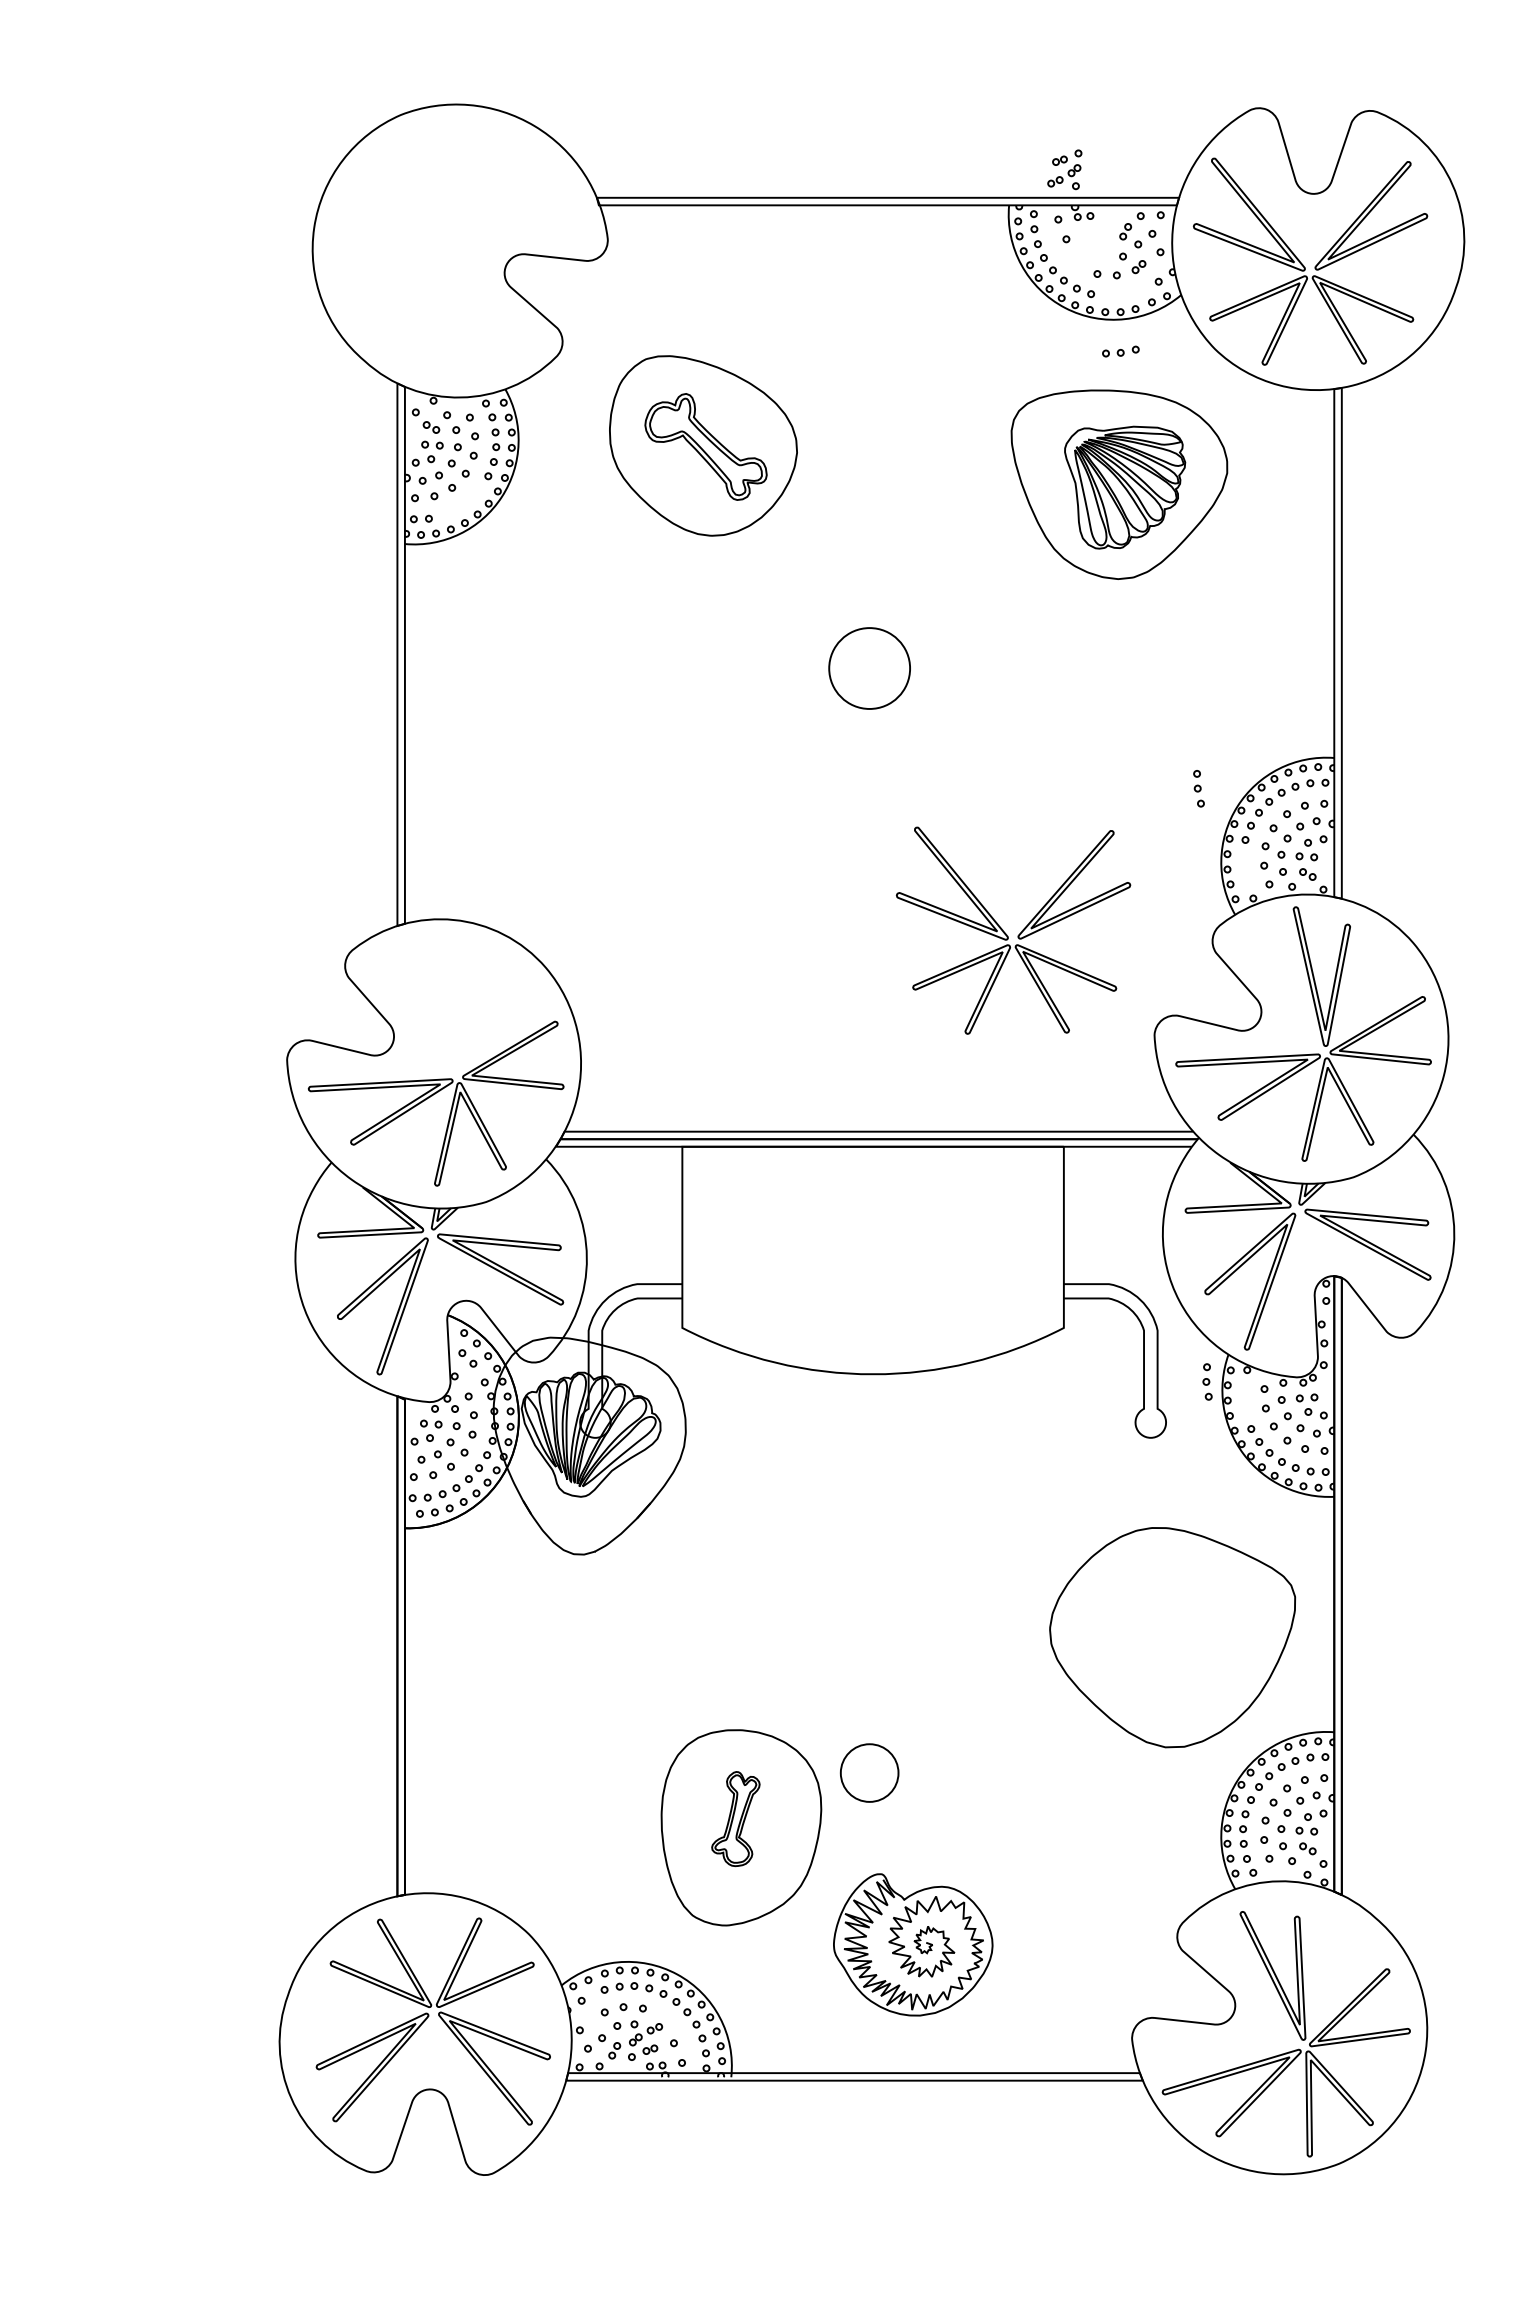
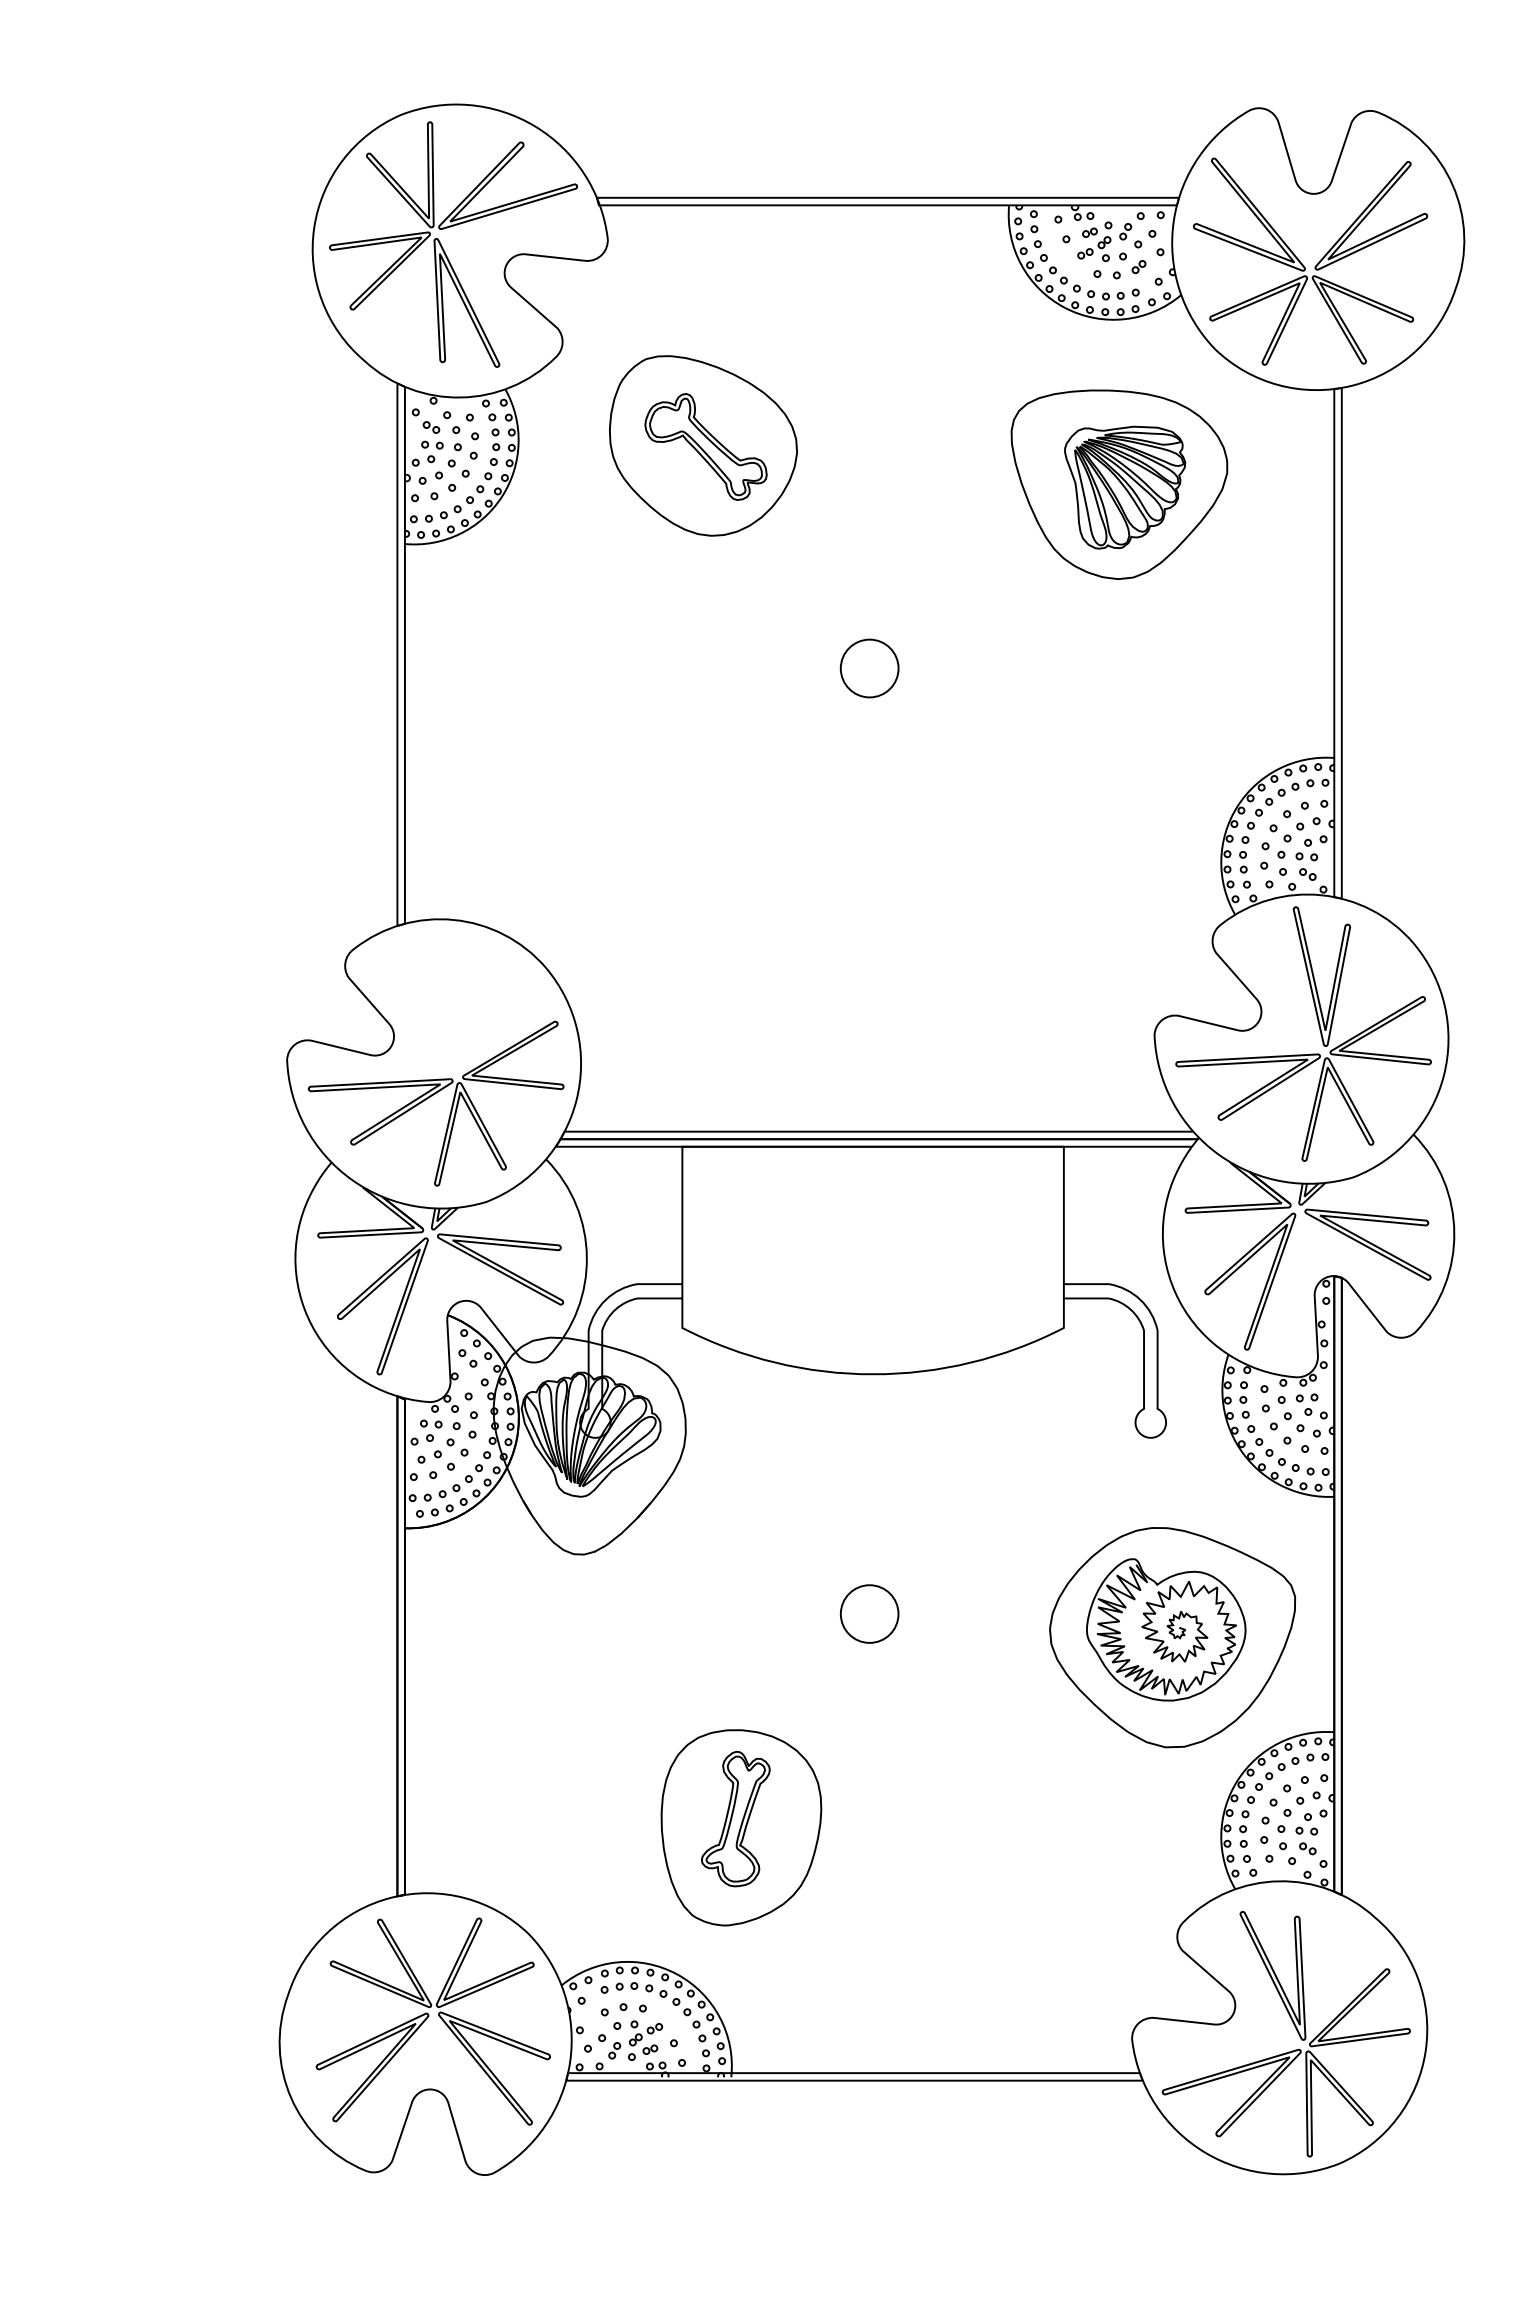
part at (1064, 169) position: (1064, 169) -> (1094, 241)
part at (443, 248): none -> present
part at (1120, 351) position: (1120, 351) -> (1120, 294)
part at (462, 502): none -> present
circle at (869, 668) diameter: 81 px -> 58 px
part at (1198, 788) position: (1198, 788) -> (1244, 869)
part at (1018, 934): present -> none
part at (1207, 1381) position: (1207, 1381) -> (1244, 1399)
circle at (869, 1772) position: (869, 1772) -> (869, 1613)
part at (735, 1819) size: 50x97 px -> 70x138 px
part at (913, 1944) position: (913, 1944) -> (1166, 1629)
